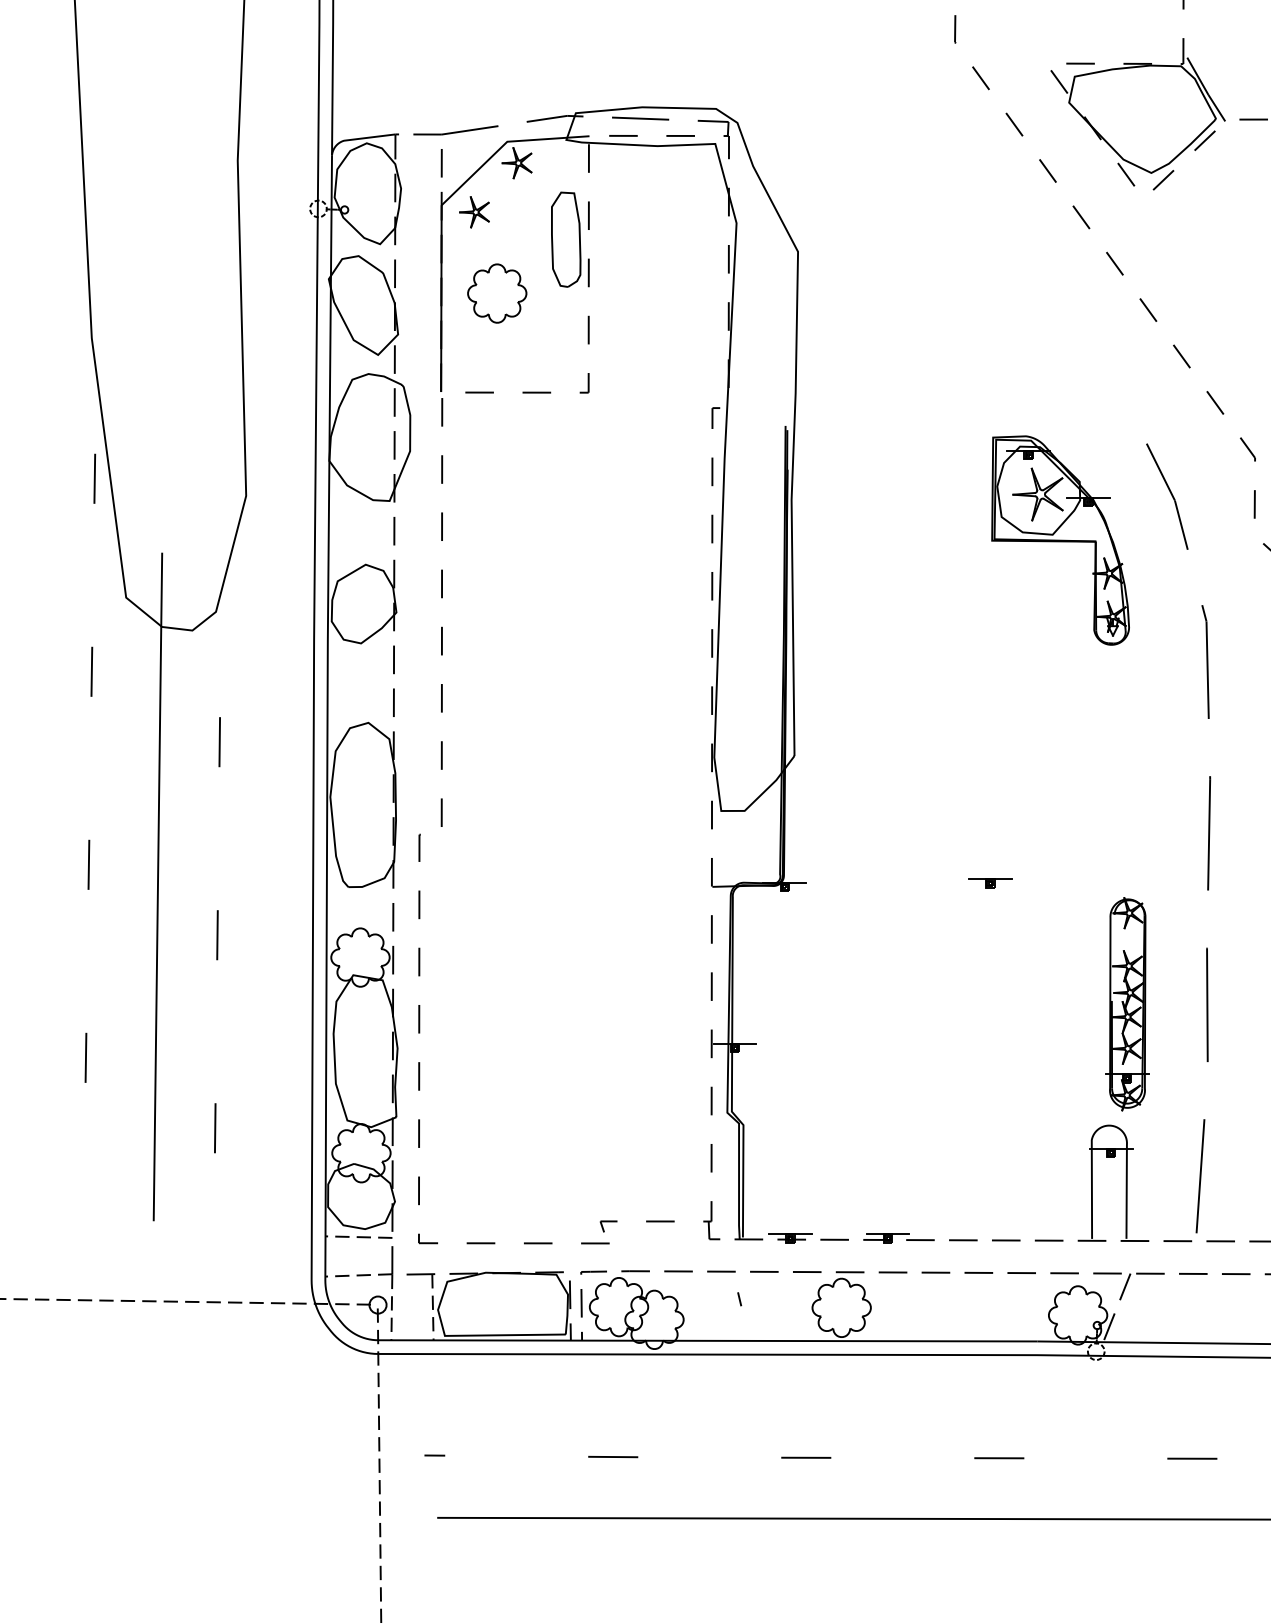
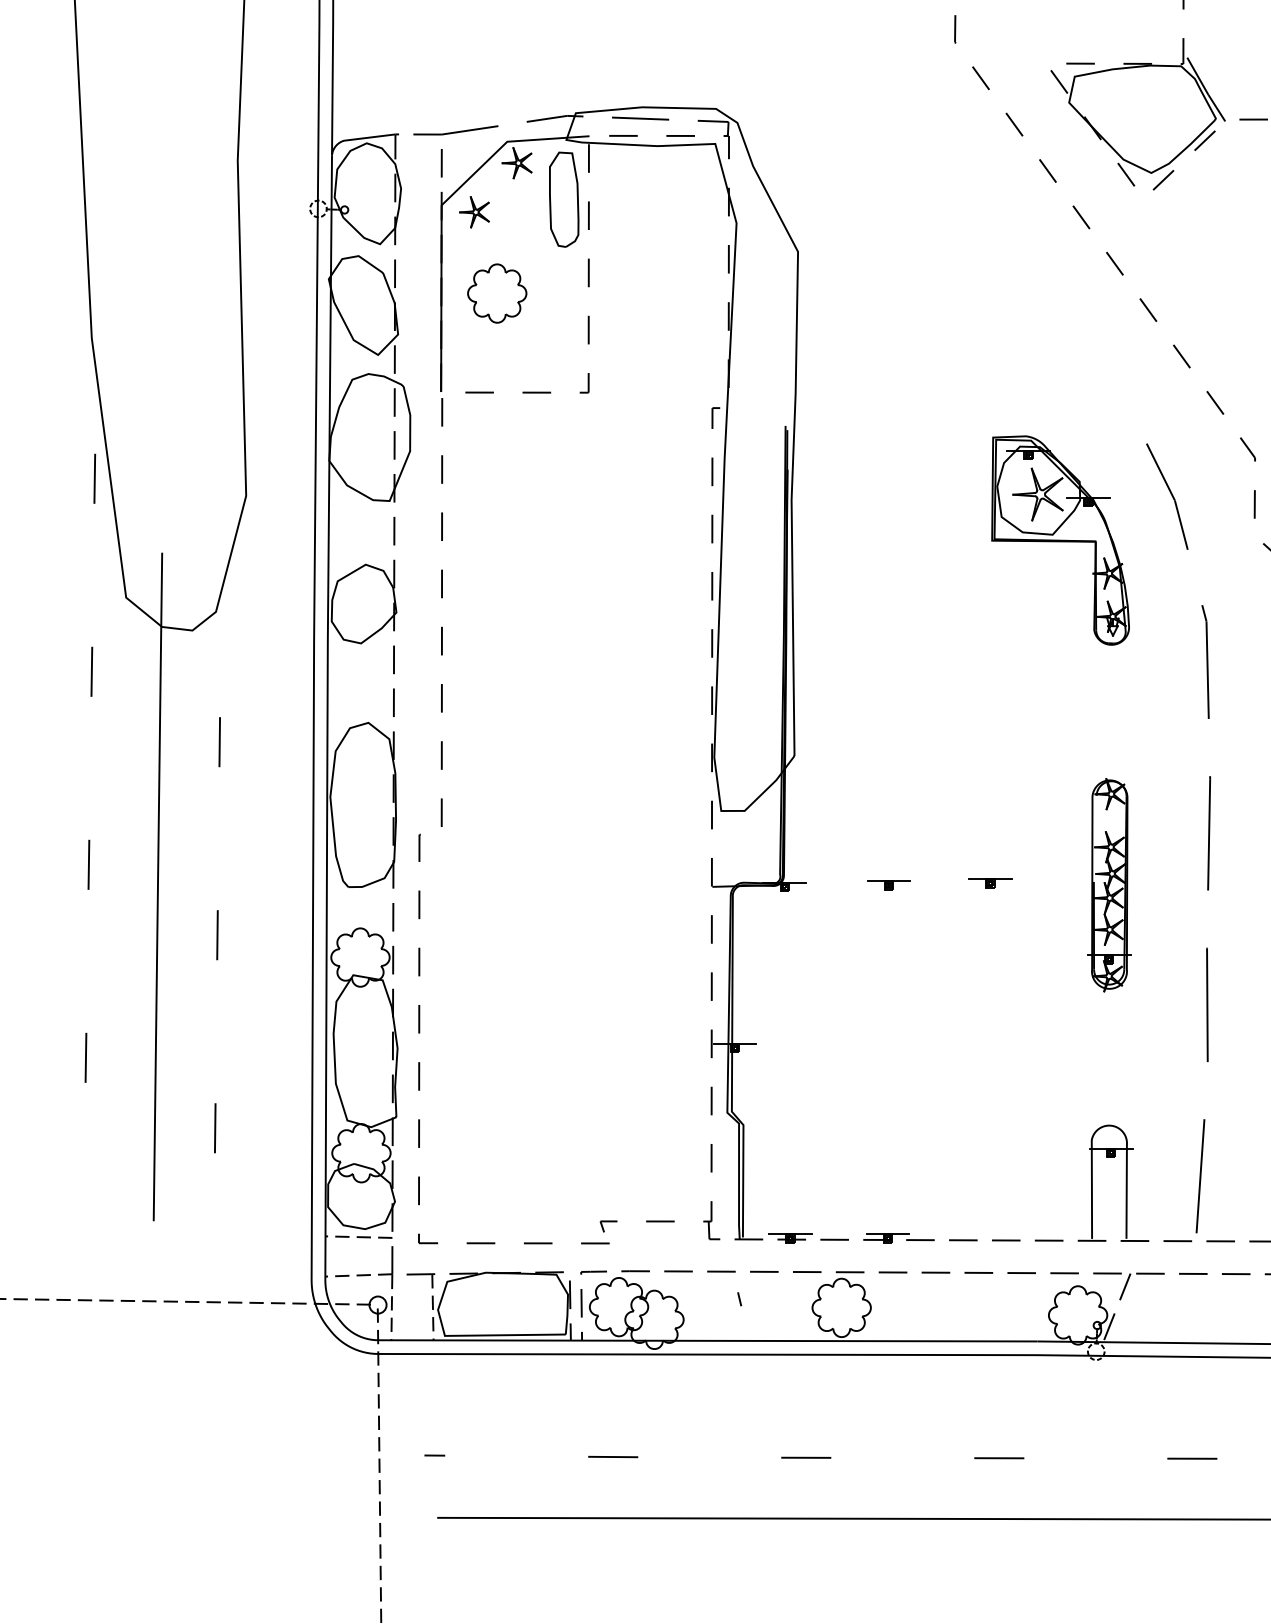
part at (566, 239) position: (566, 239) -> (564, 199)
part at (888, 885): none -> present
part at (1127, 1004) position: (1127, 1004) -> (1109, 885)
